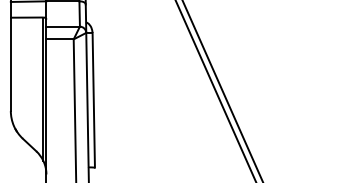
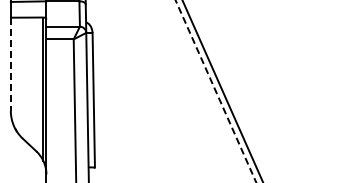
line at (10, 64): solid -> dashed
line at (215, 91): solid -> dashed
